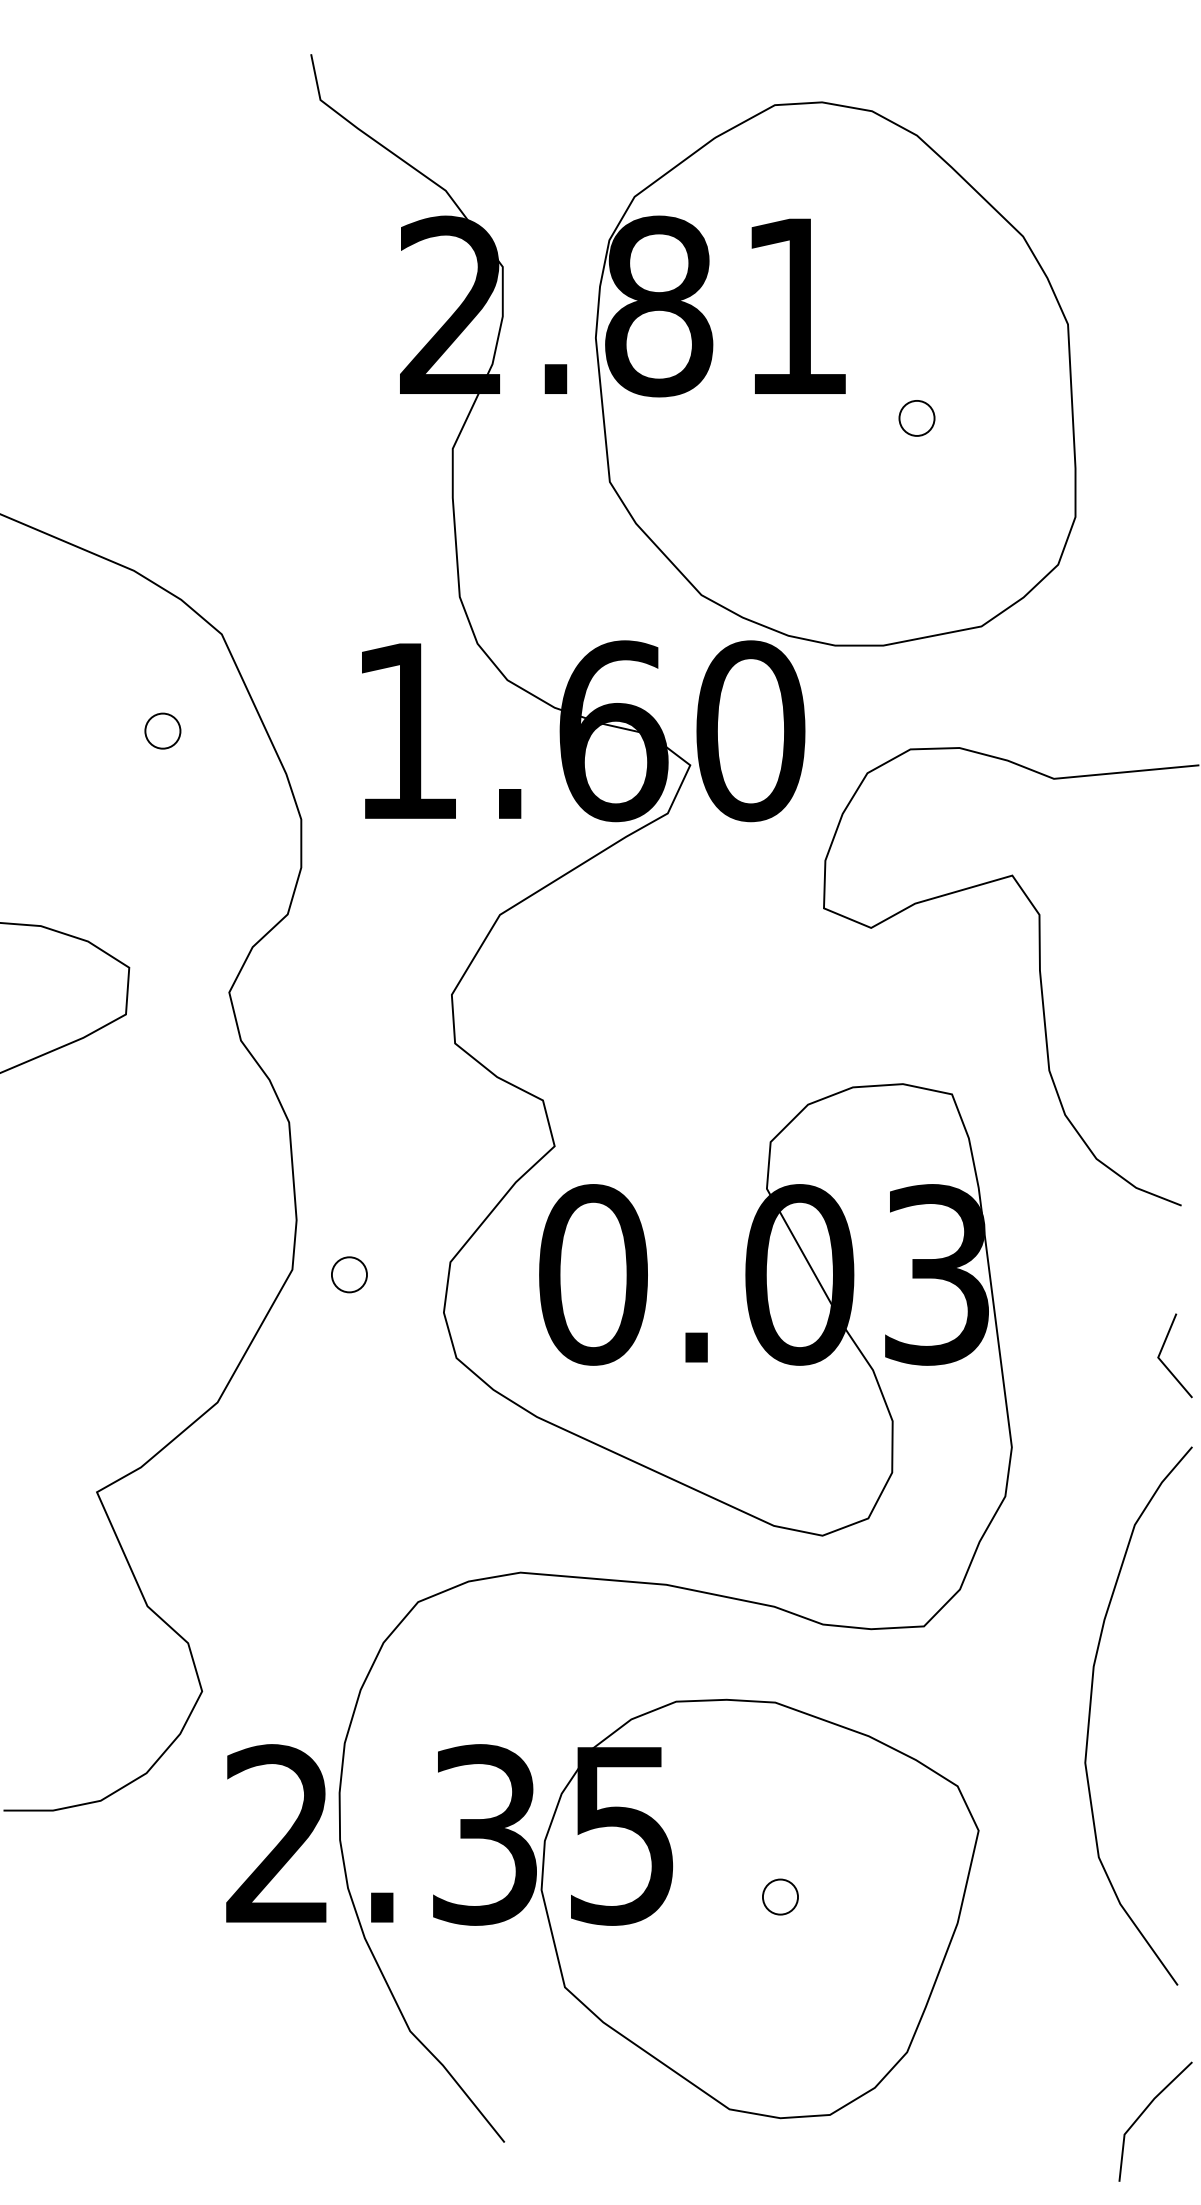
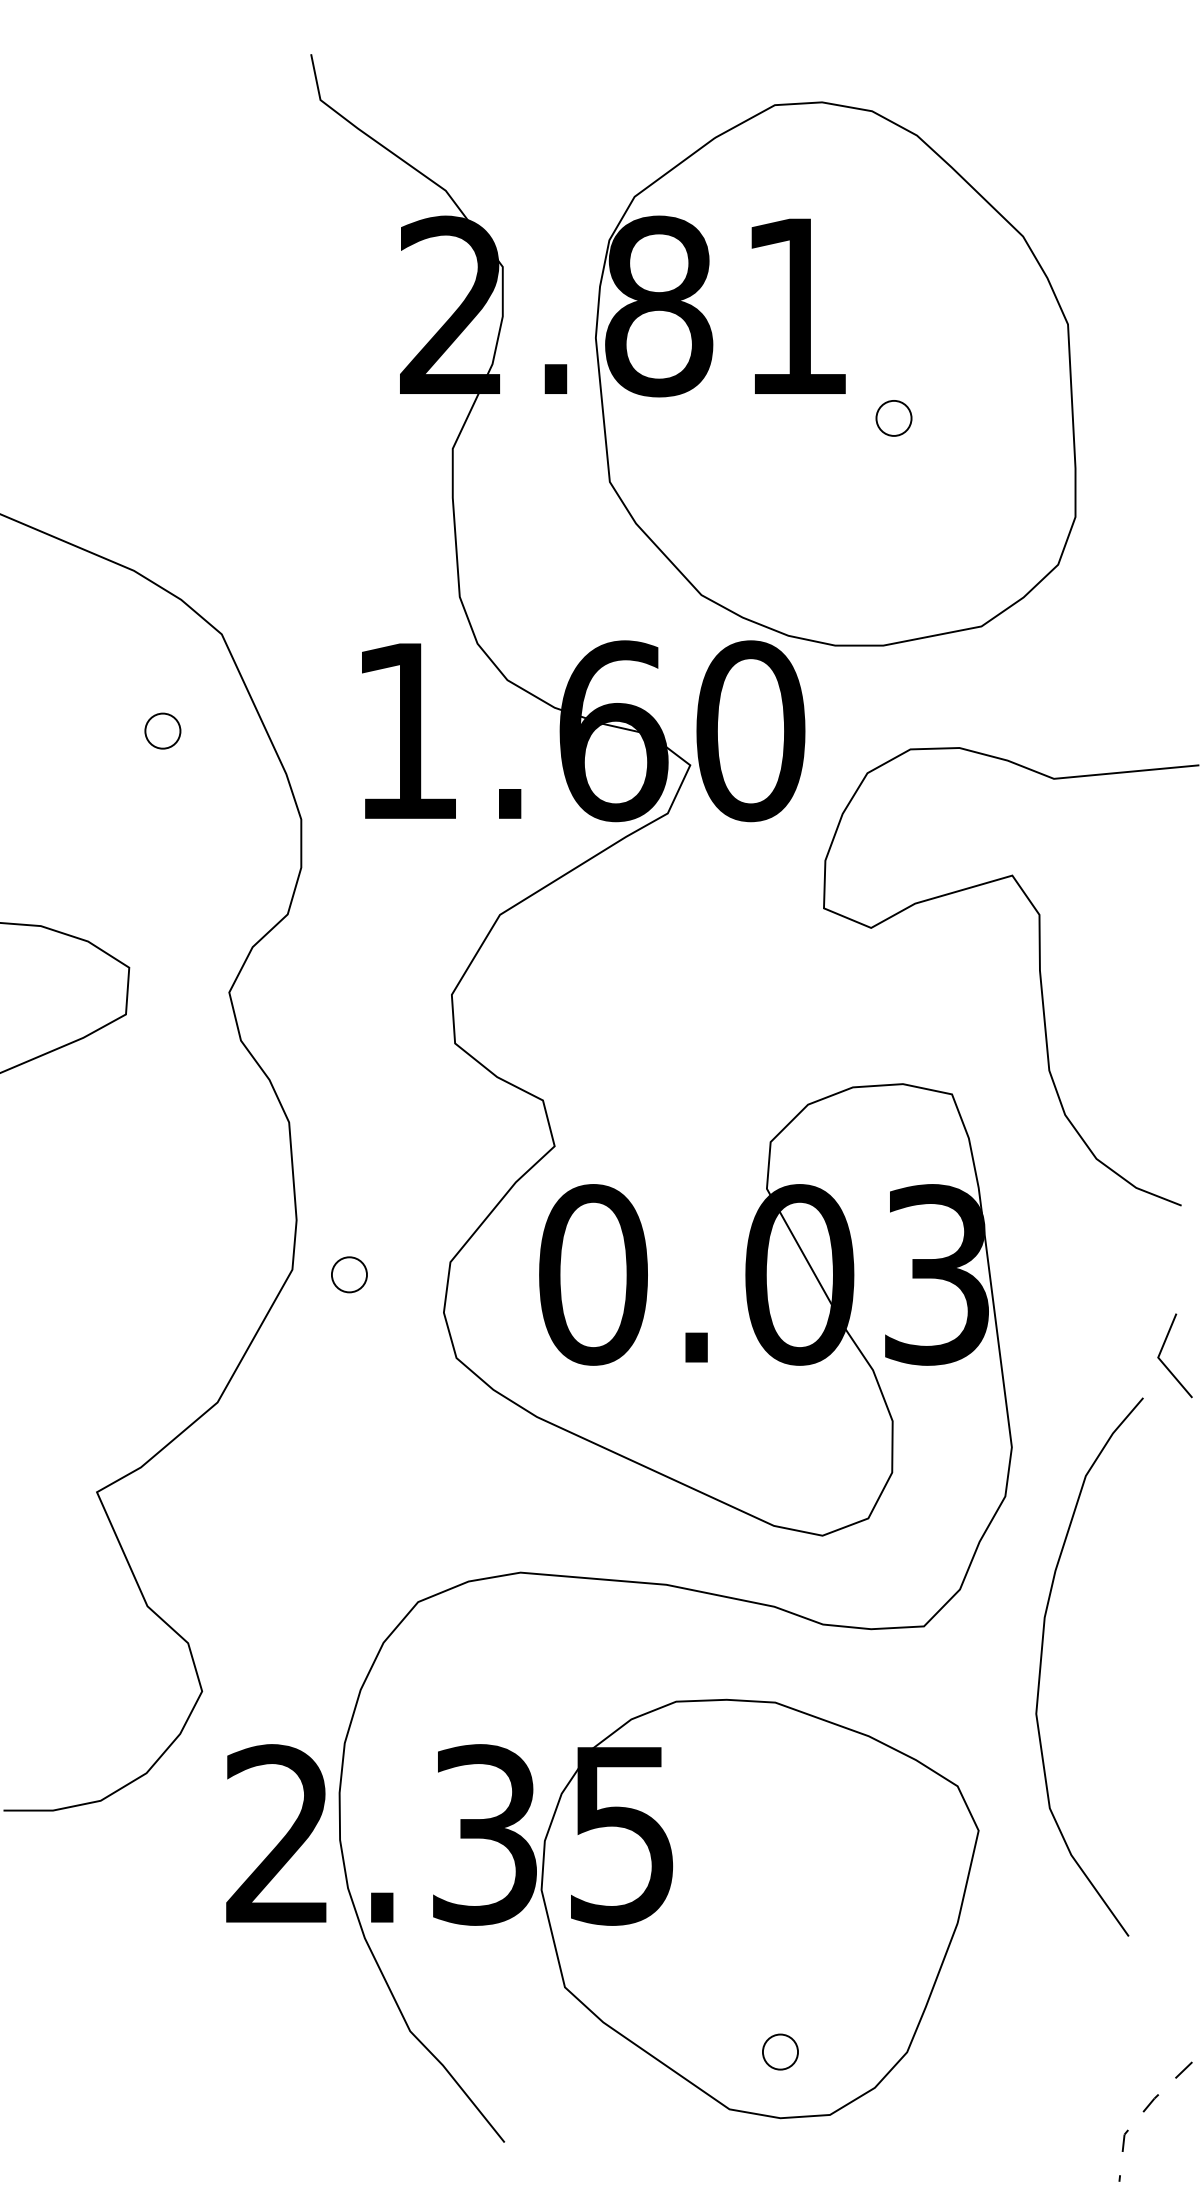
part at (916, 418) position: (916, 418) -> (893, 418)
curve at (1091, 1706) position: (1091, 1706) -> (1042, 1657)
part at (780, 1896) position: (780, 1896) -> (780, 2051)
line at (1141, 2114): solid -> dashed
